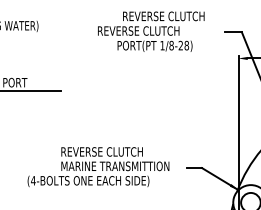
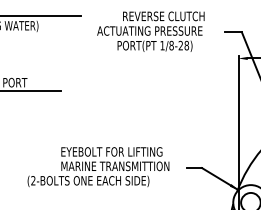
line at (41, 15): none -> present
text at (149, 30): REVERSE CLUTCH -> ACTUATING PRESSURE
text at (112, 151): REVERSE CLUTCH -> EYEBOLT FOR LIFTING
text at (33, 180): (4-BOLTS -> (2-BOLTS
